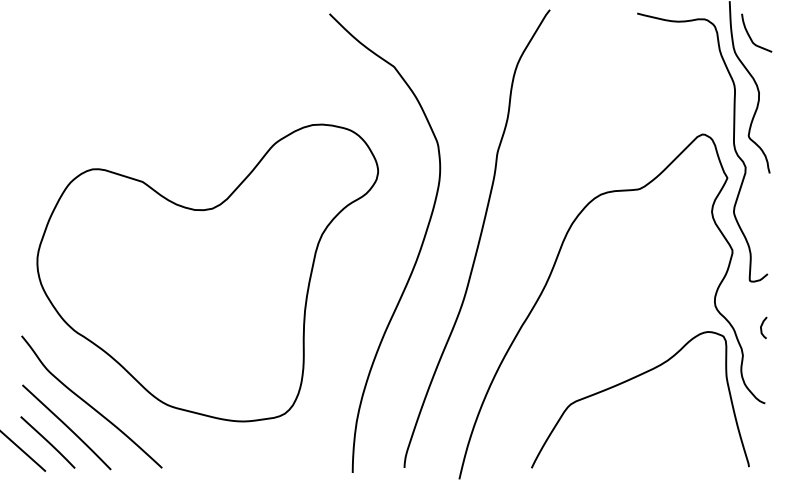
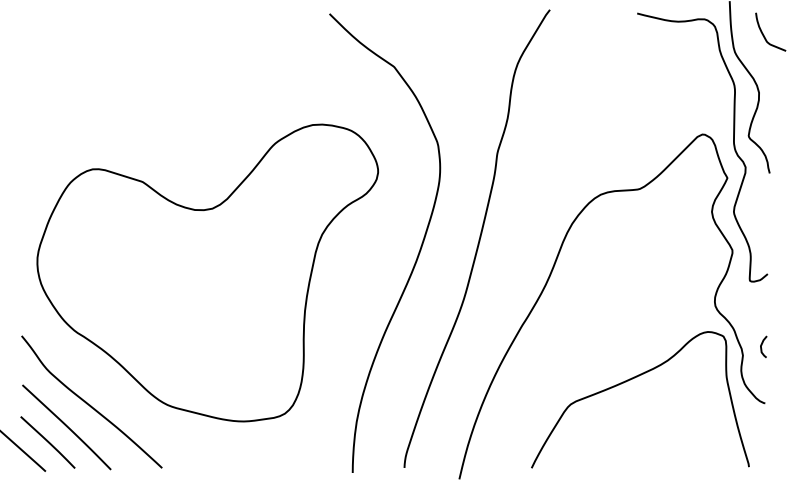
curve at (751, 37) position: (751, 37) -> (765, 36)
curve at (762, 326) position: (762, 326) -> (762, 345)
